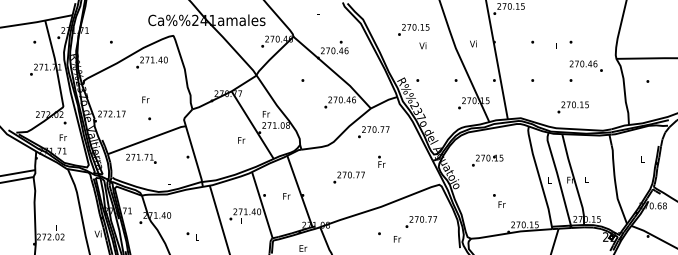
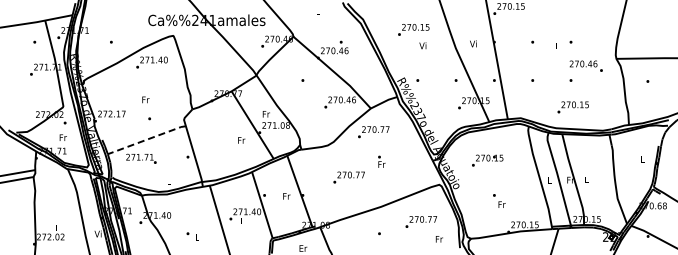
line at (146, 139): solid -> dashed
text at (396, 239) position: (396, 239) -> (438, 239)
